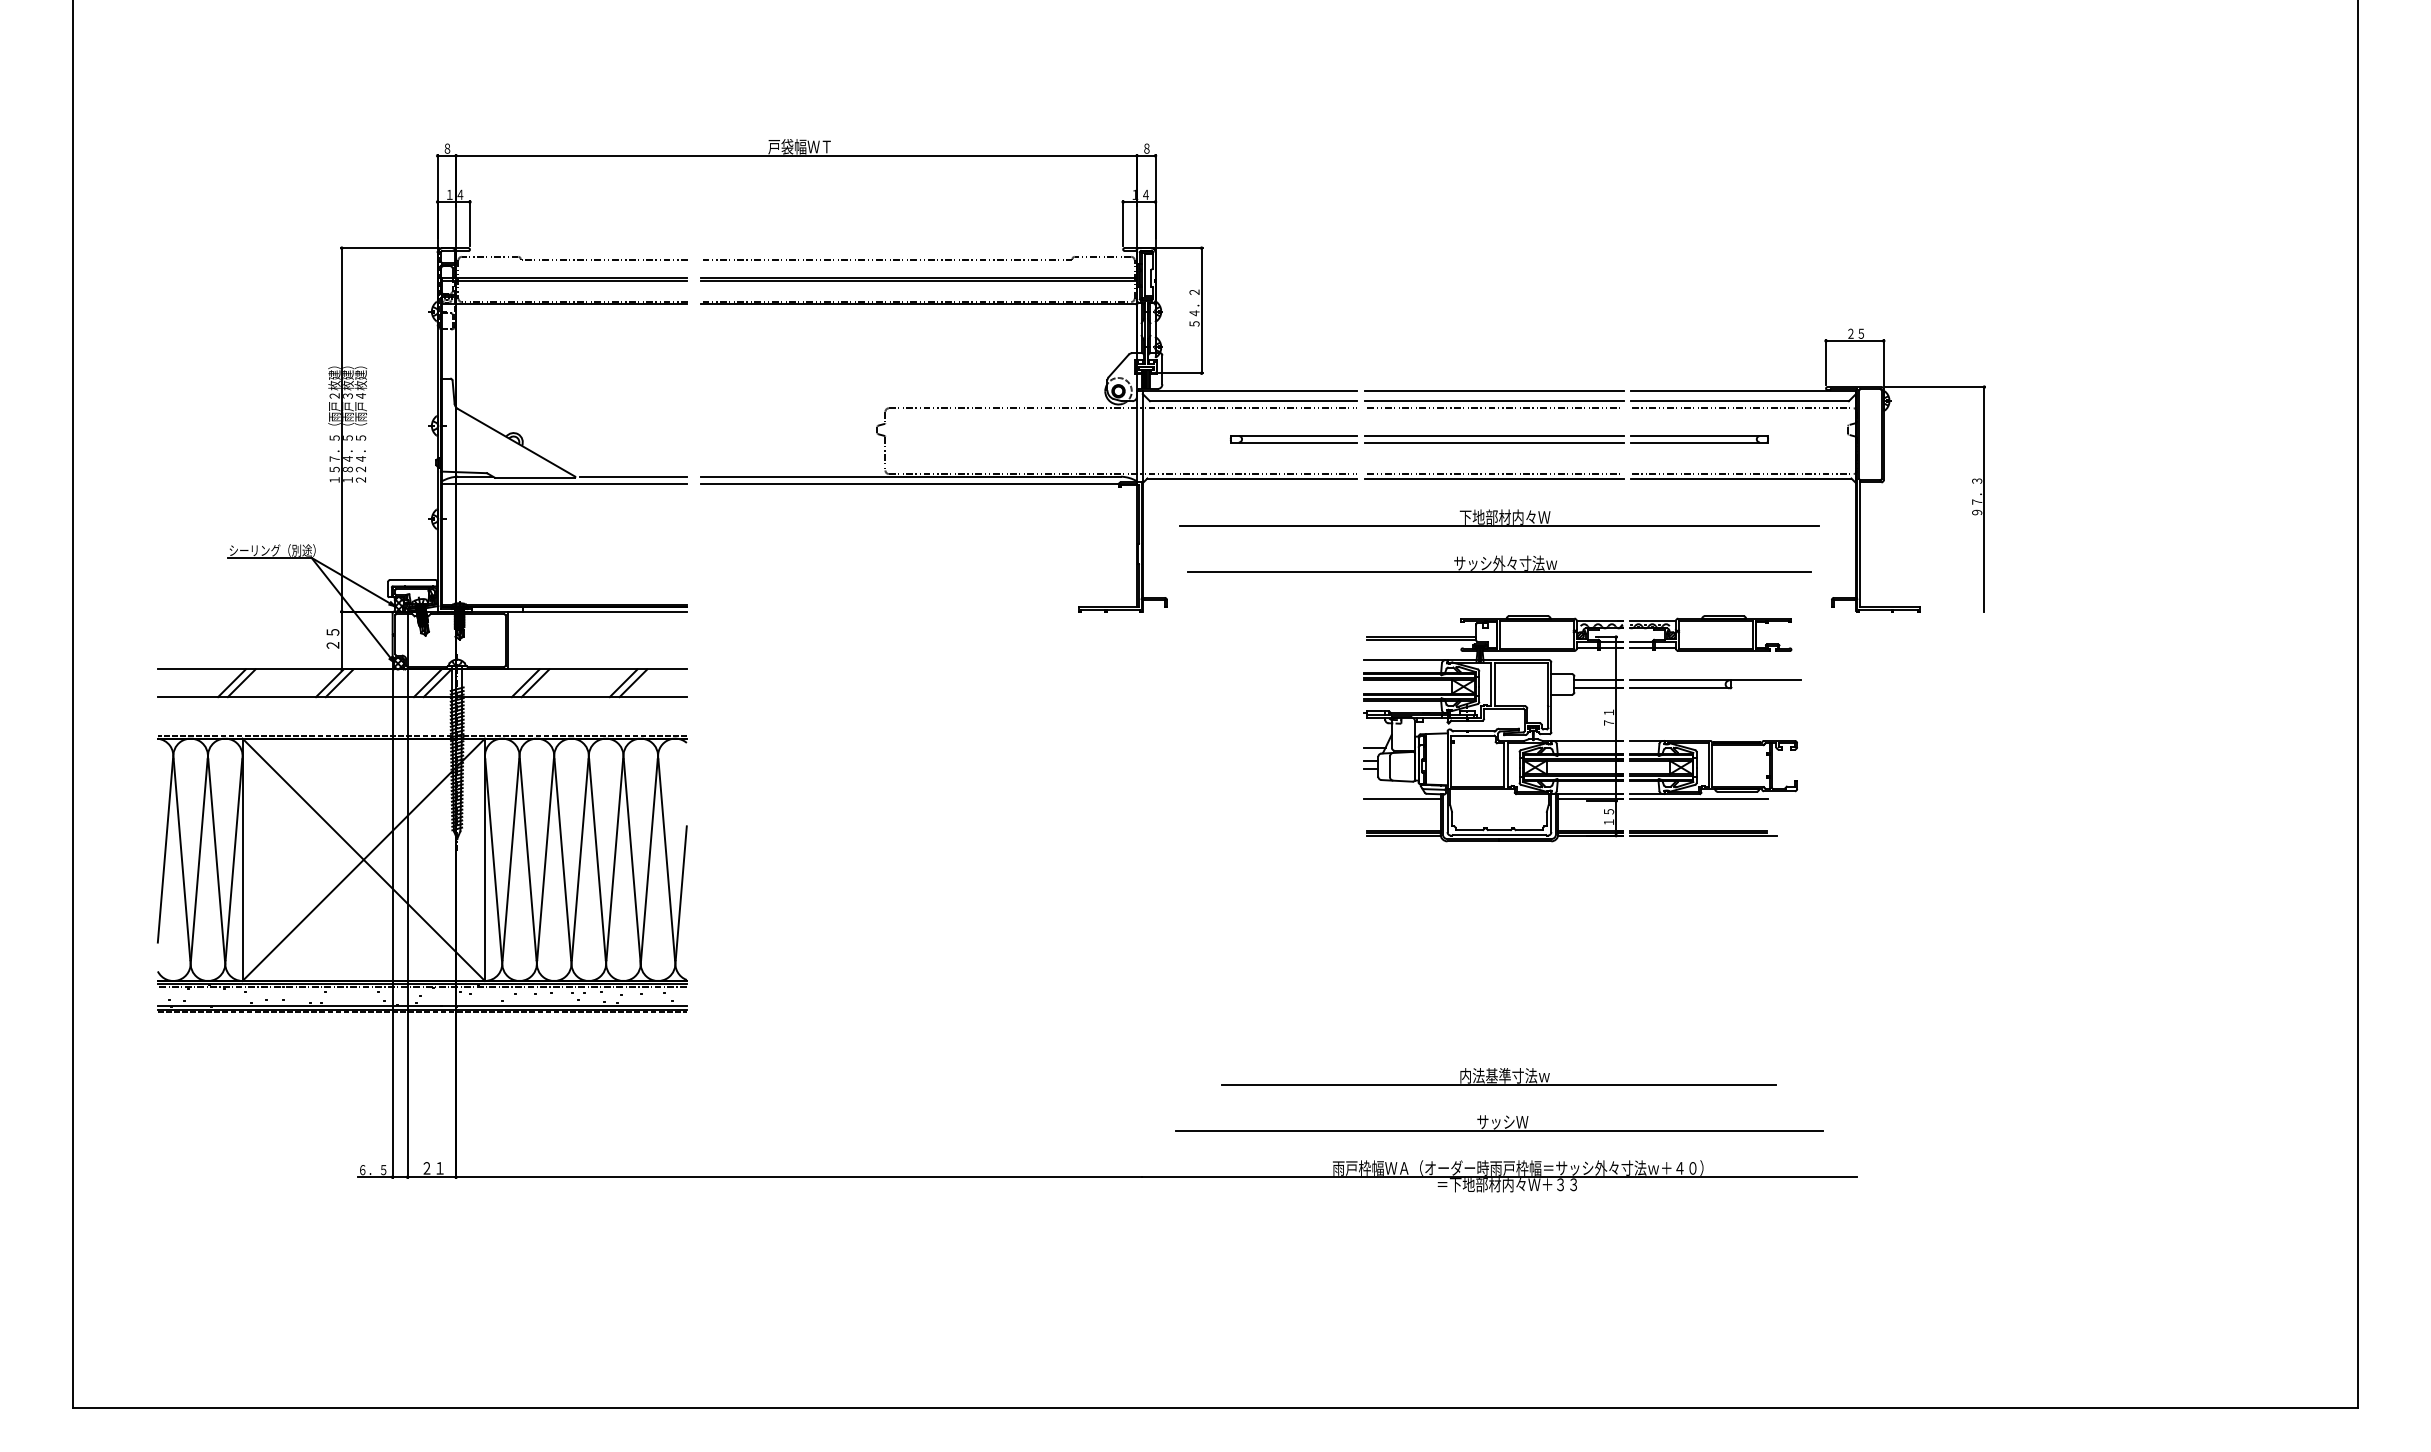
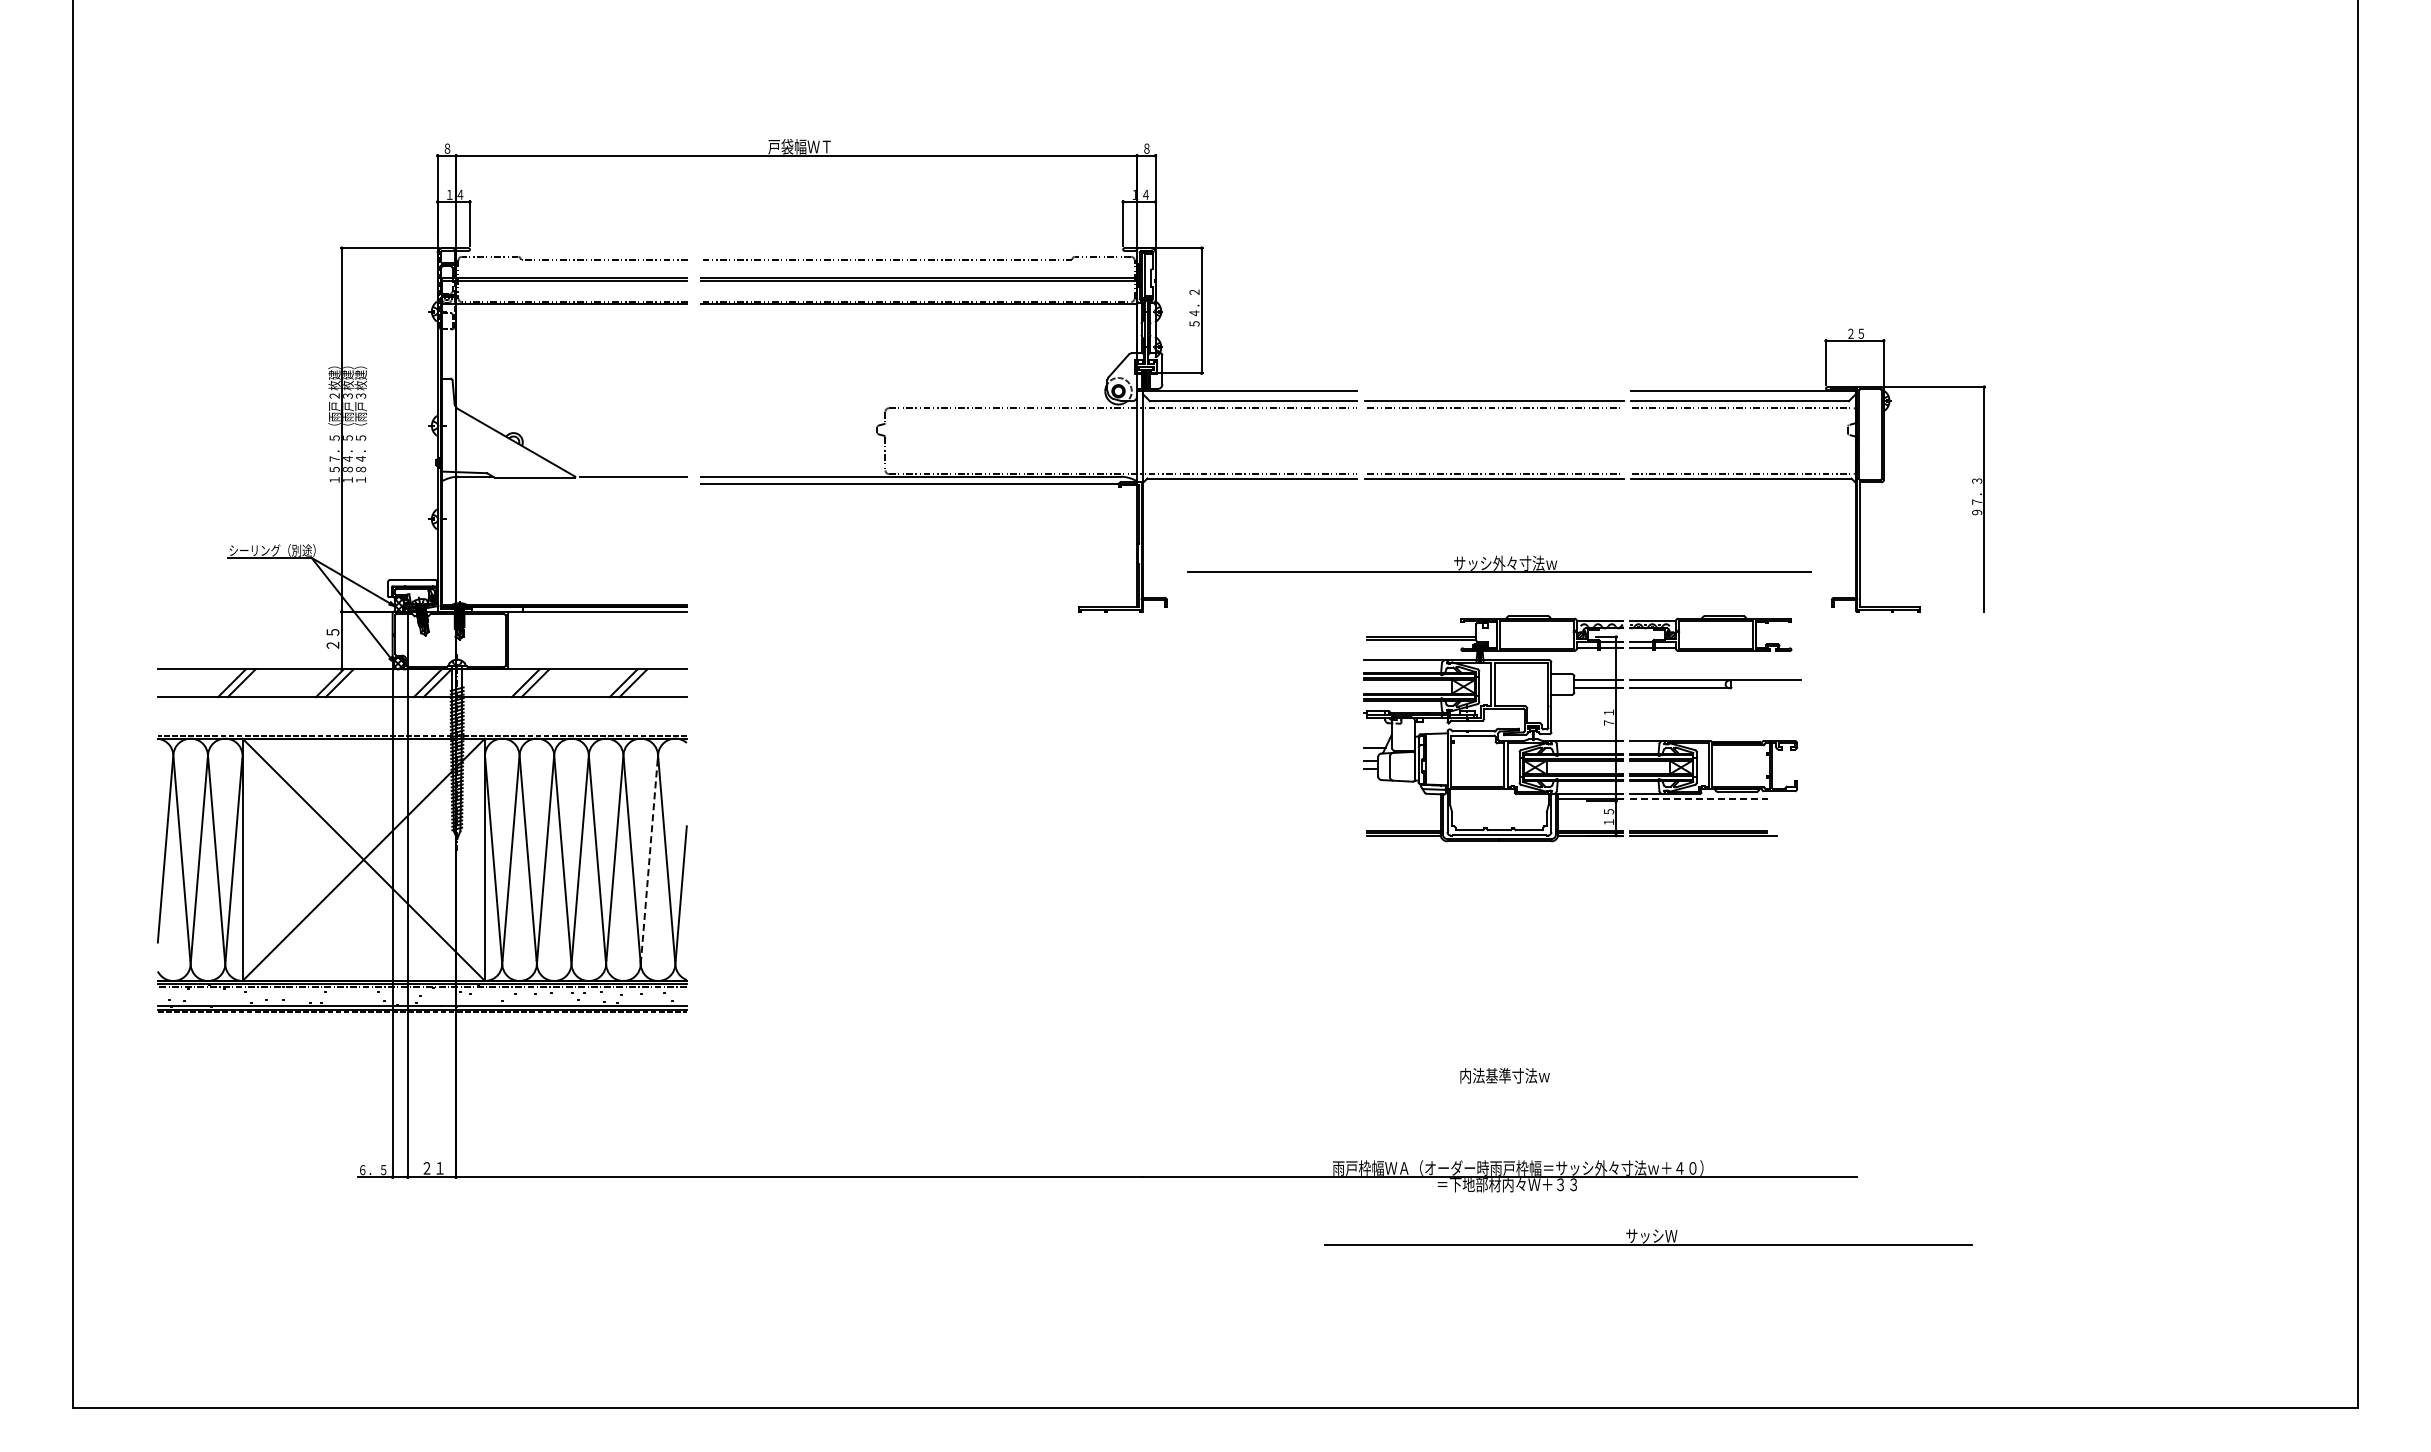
line at (1494, 390): present -> none
text at (360, 437): ２２４．５（雨戸４枚建） -> １８４．５（雨戸３枚建）
part at (1498, 439): present -> none
line at (564, 484): present -> none
part at (1499, 517): present -> none
line at (1402, 798): present -> none
line at (1699, 798): solid -> dashed
line at (649, 859): solid -> dashed
line at (1499, 1084): present -> none
part at (1499, 1123) position: (1499, 1123) -> (1648, 1237)
